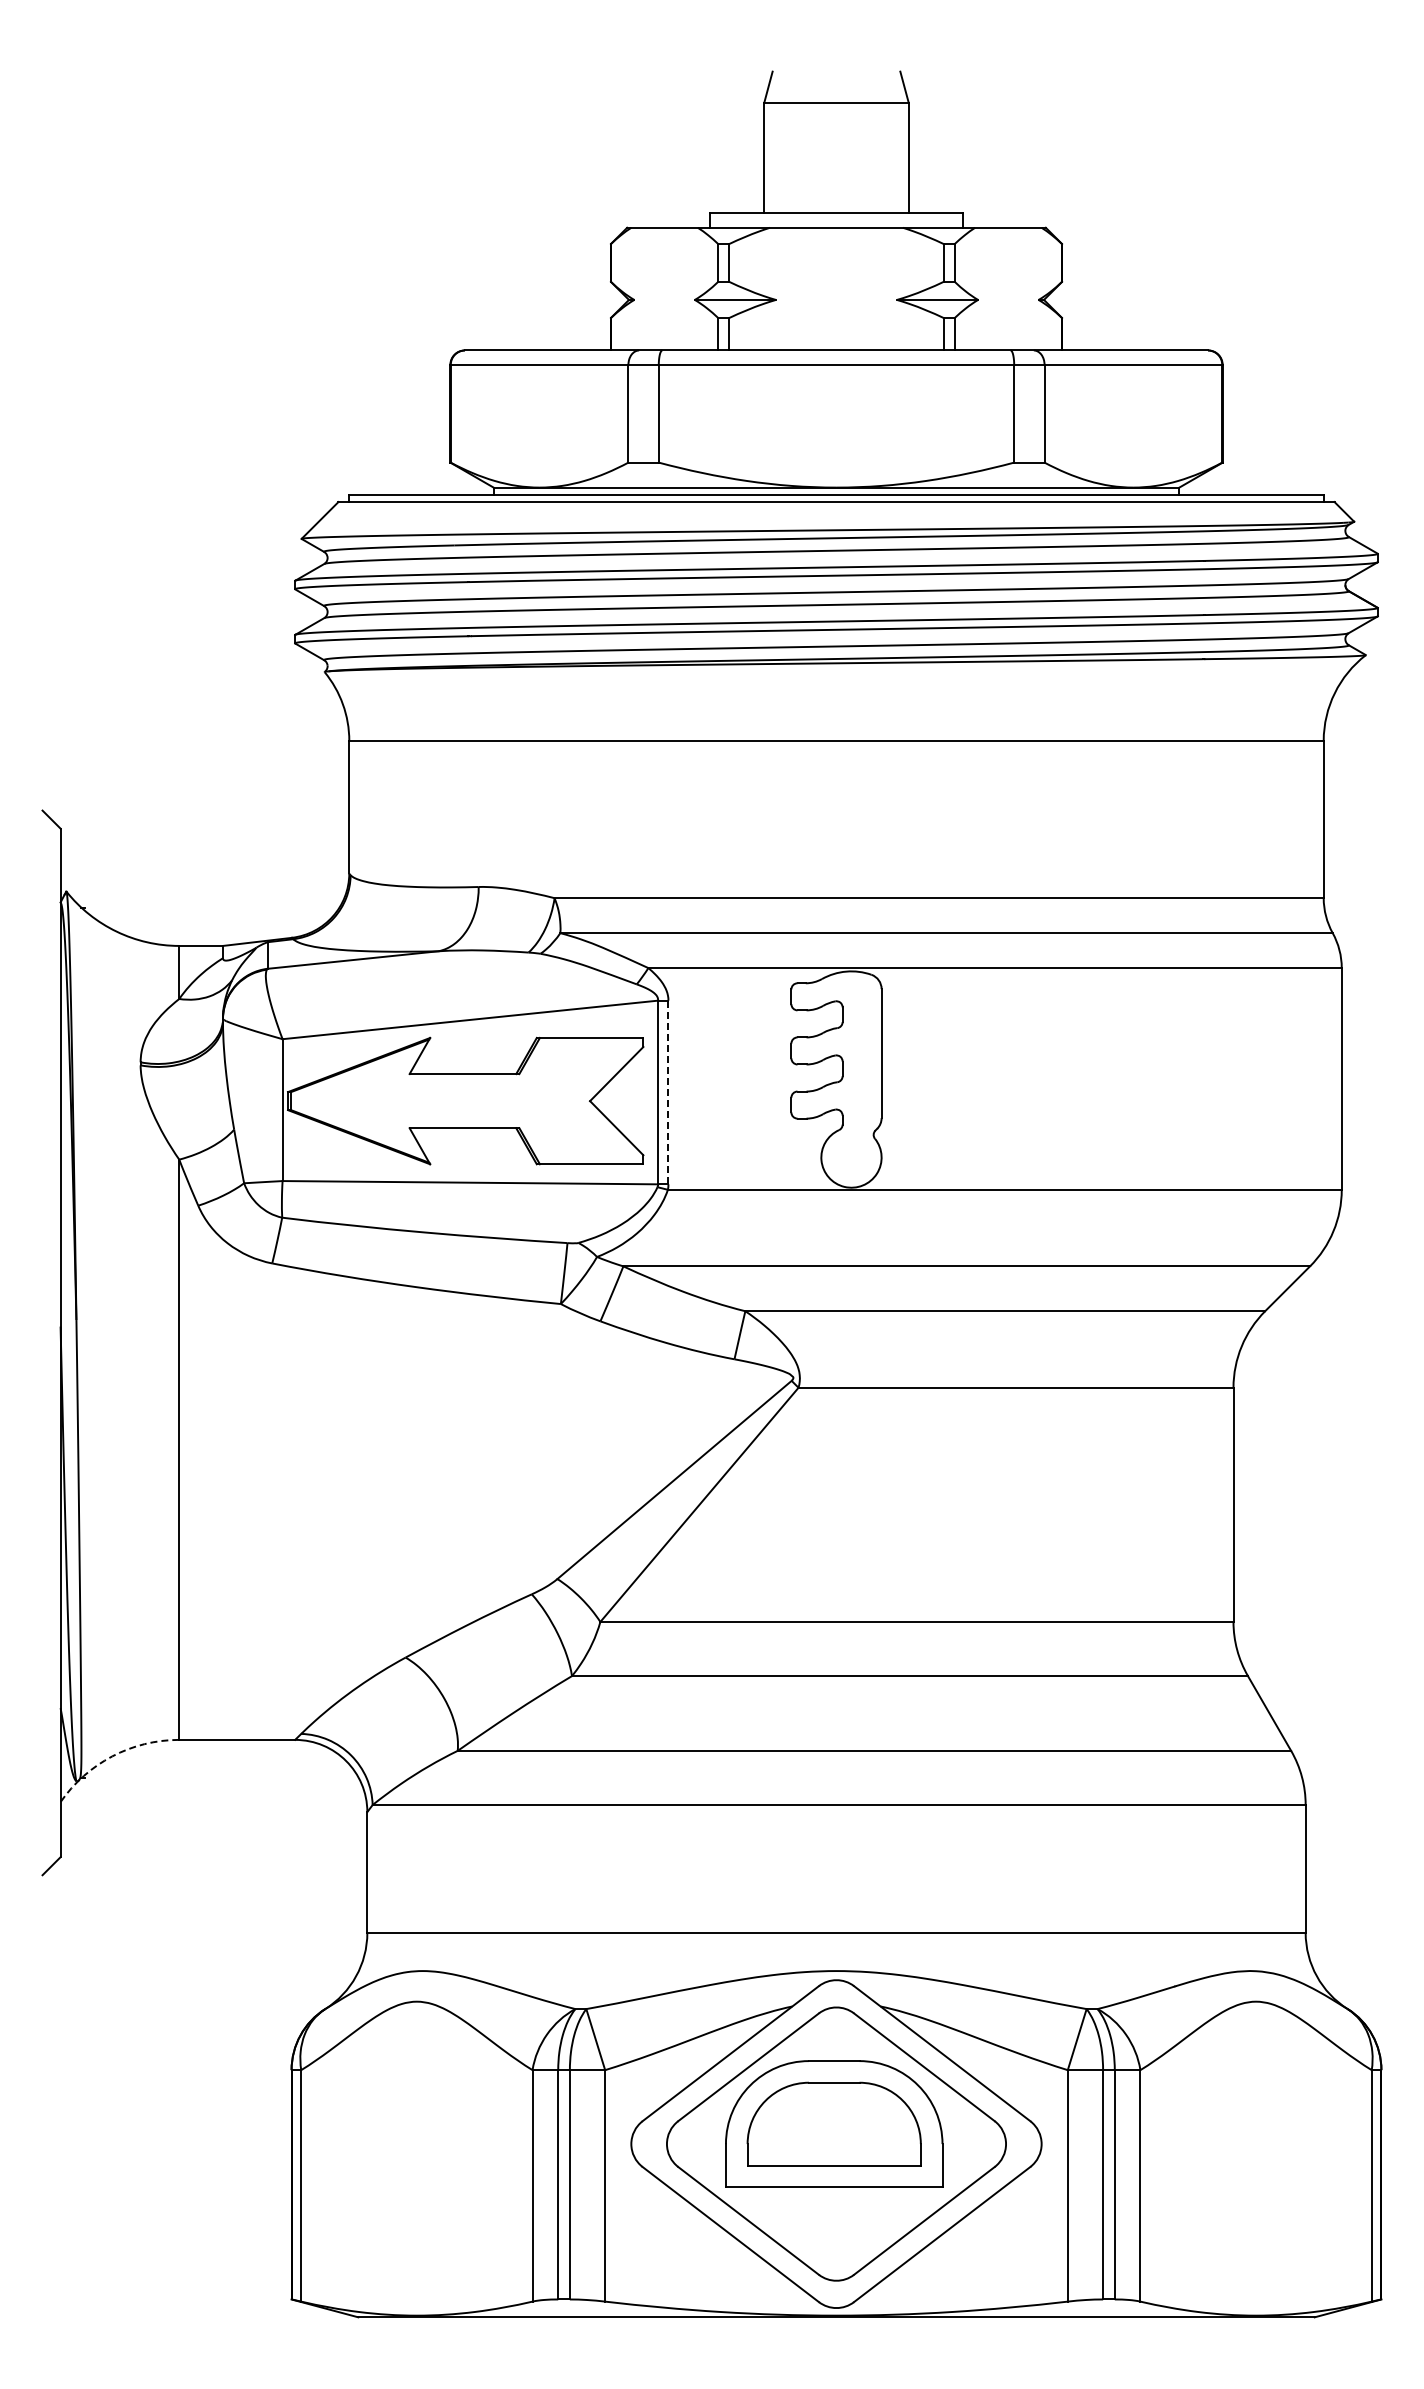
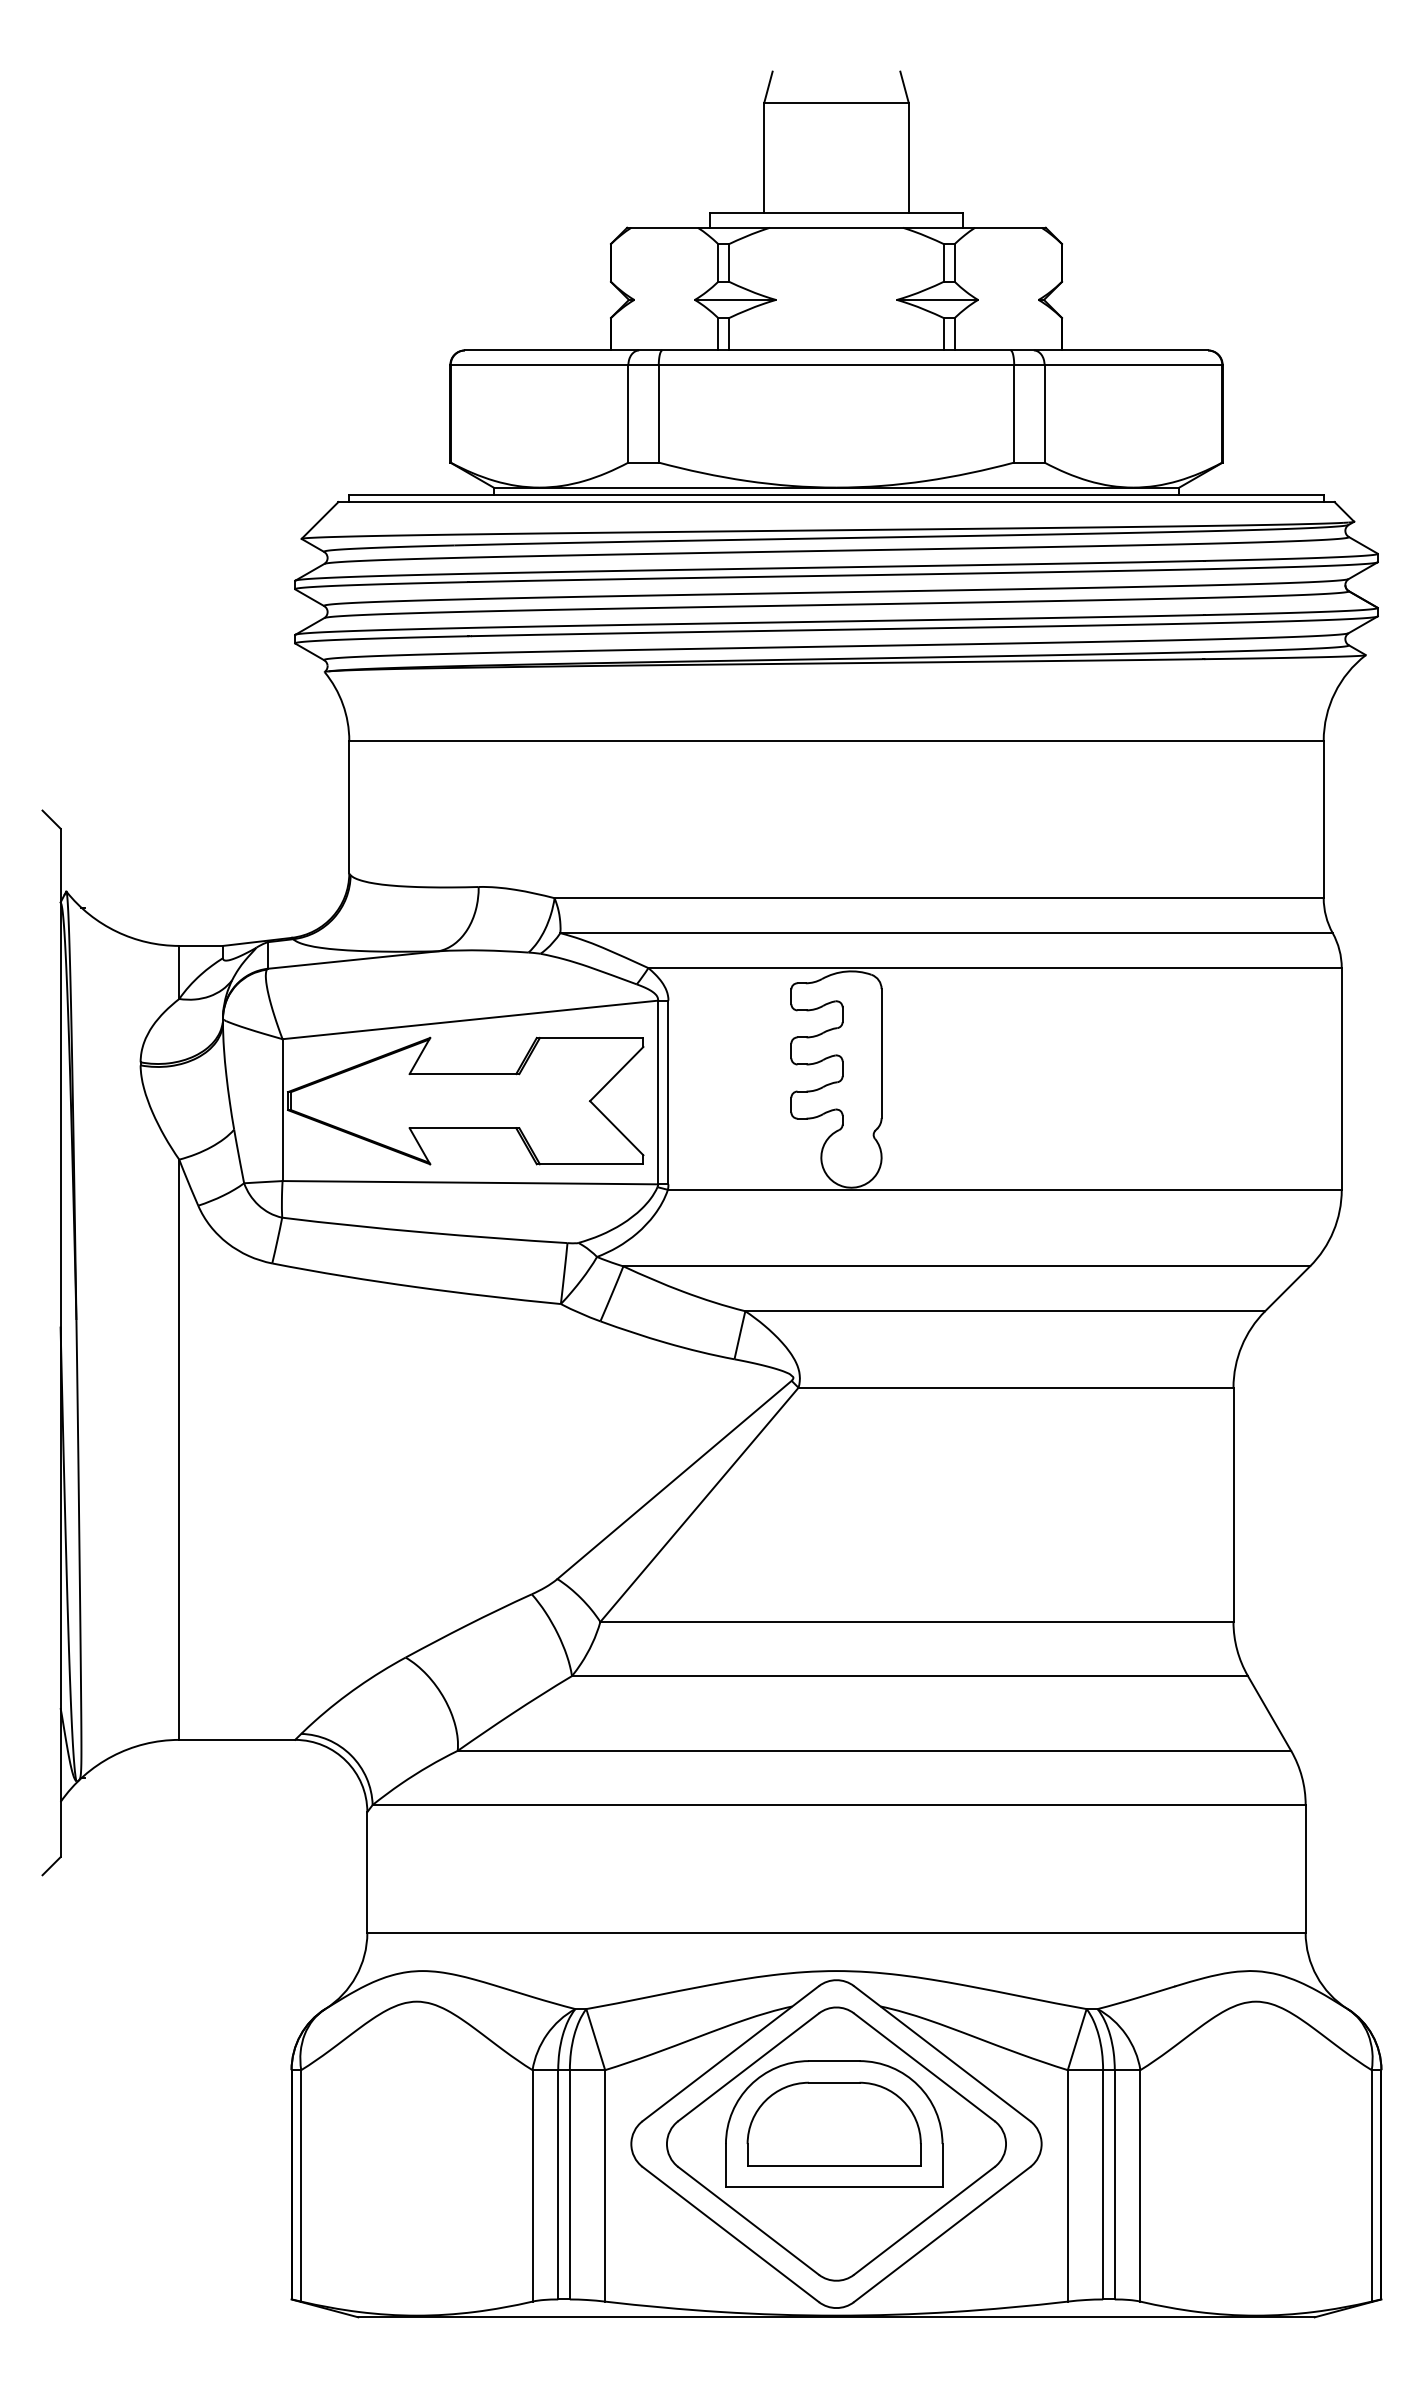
line at (668, 1092): dashed -> solid
arc at (112, 1756): dashed -> solid
